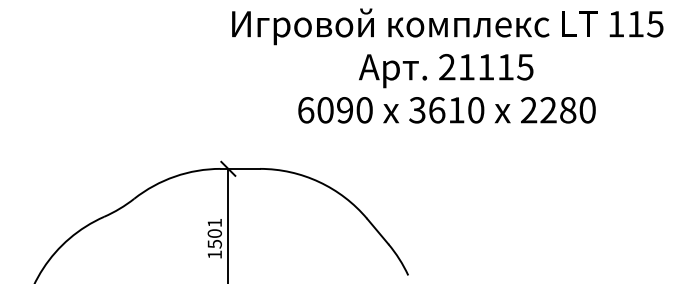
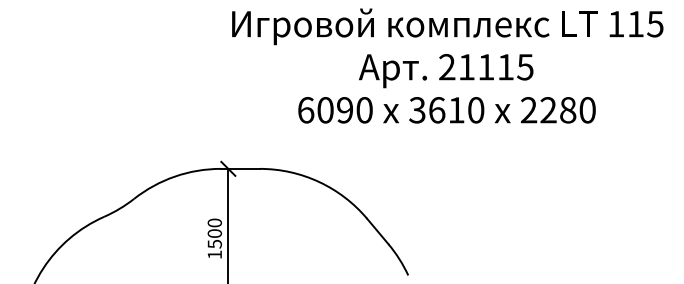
text at (214, 222): 1501 -> 1500
